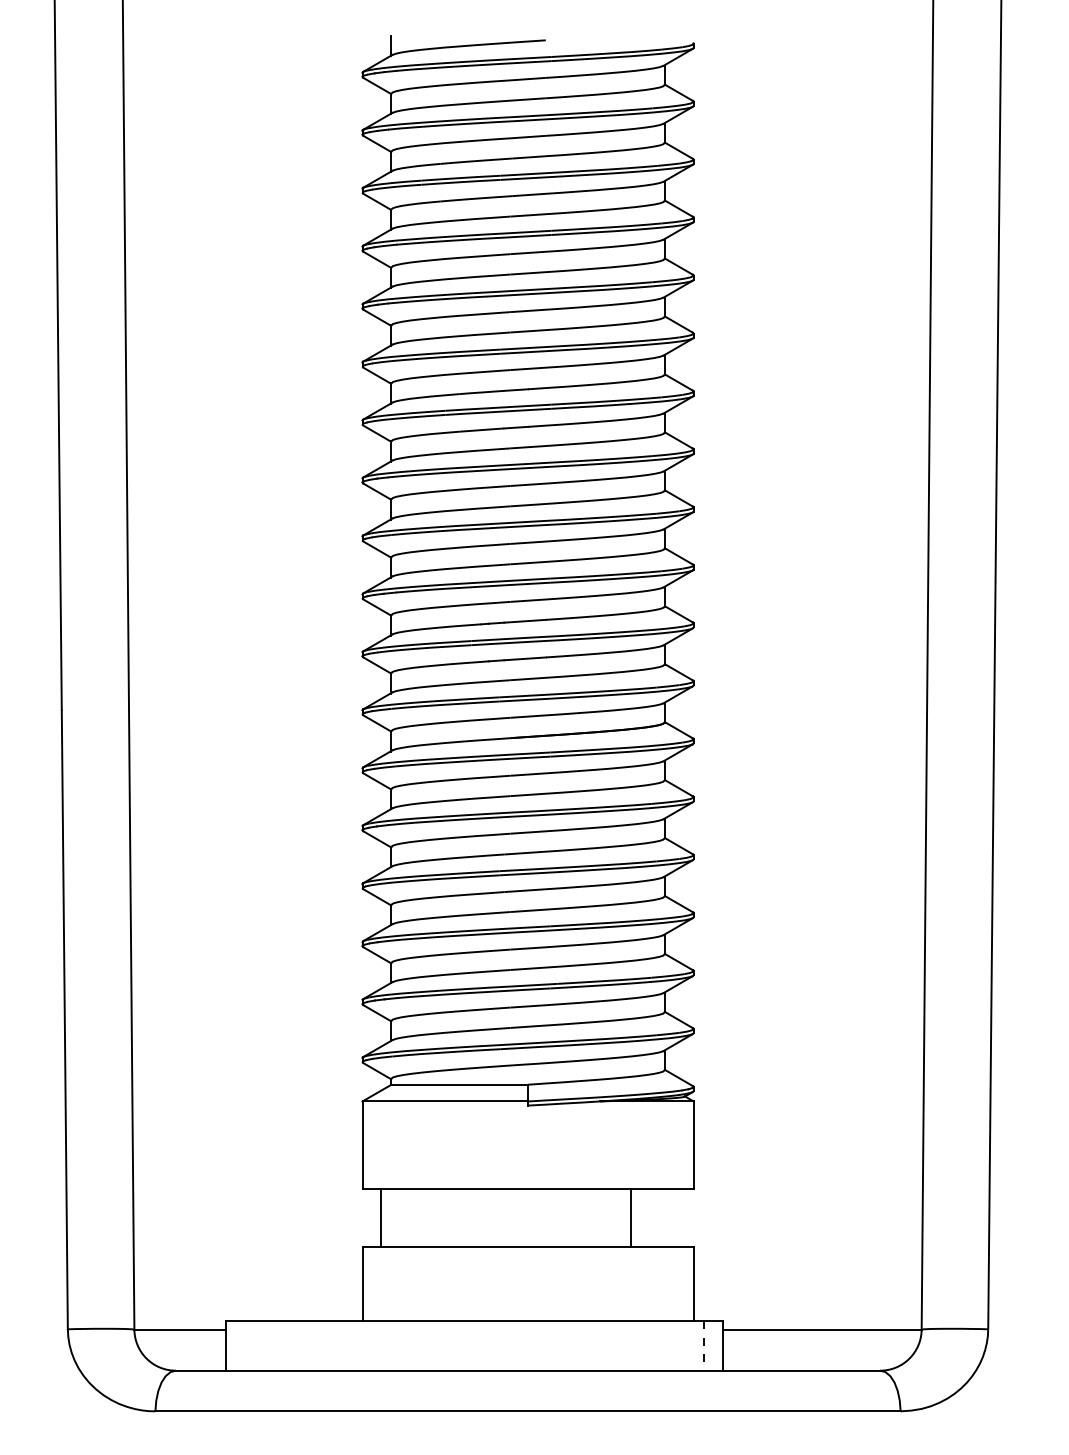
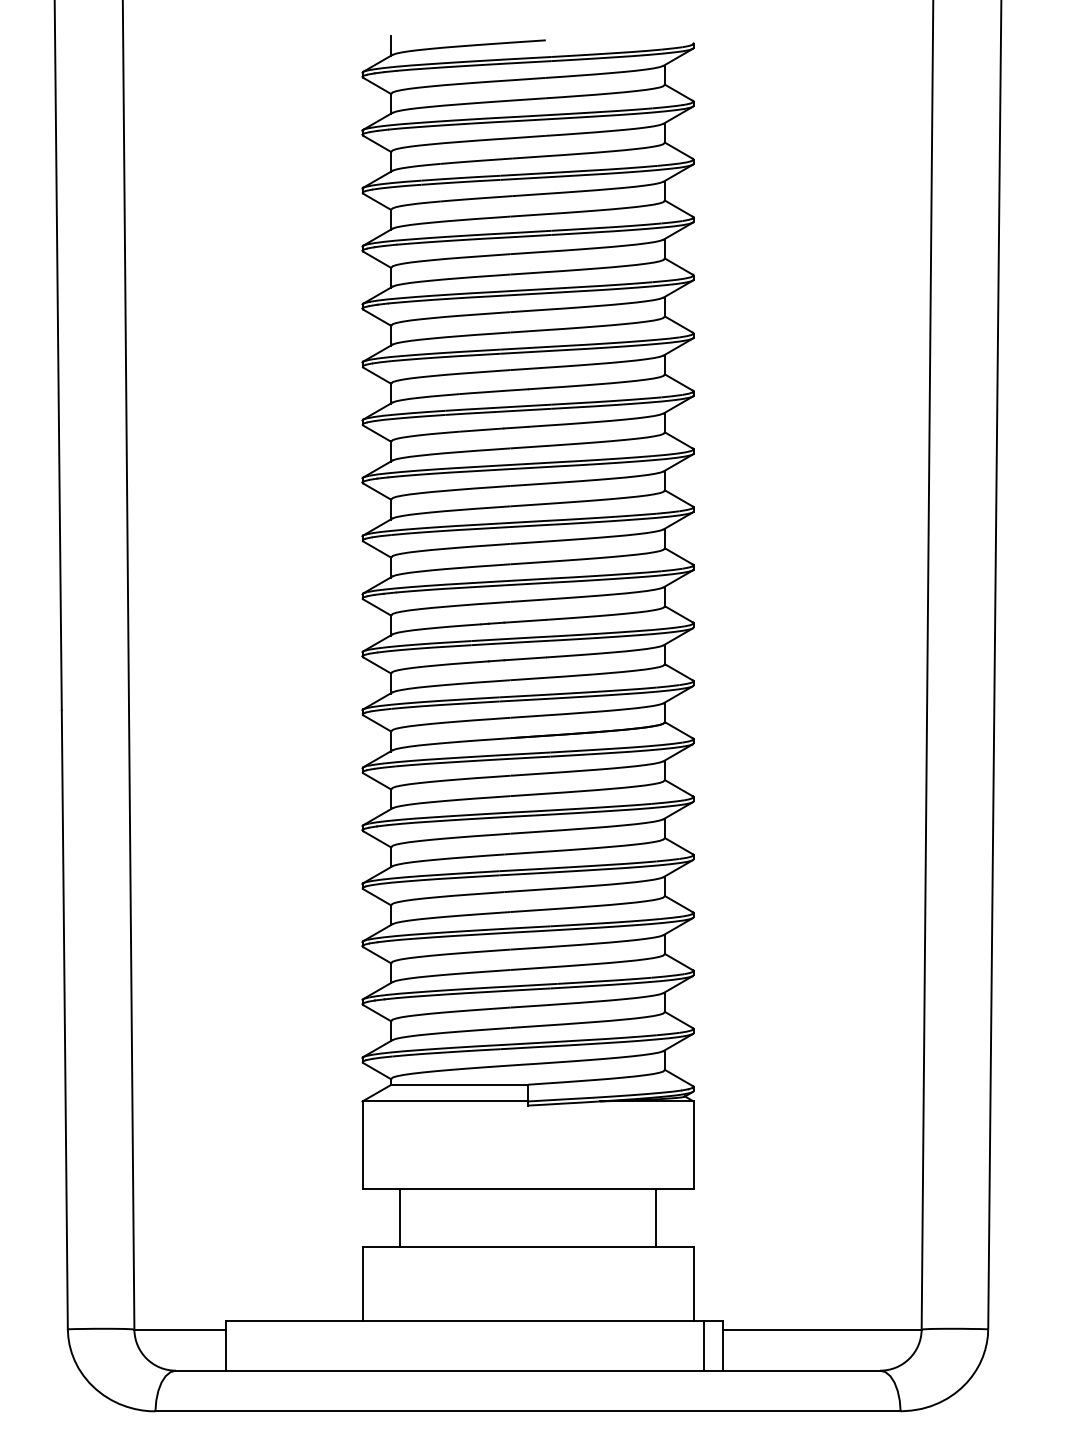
line at (380, 1217) position: (380, 1217) -> (399, 1217)
line at (631, 1217) position: (631, 1217) -> (656, 1217)
line at (704, 1345): dashed -> solid
